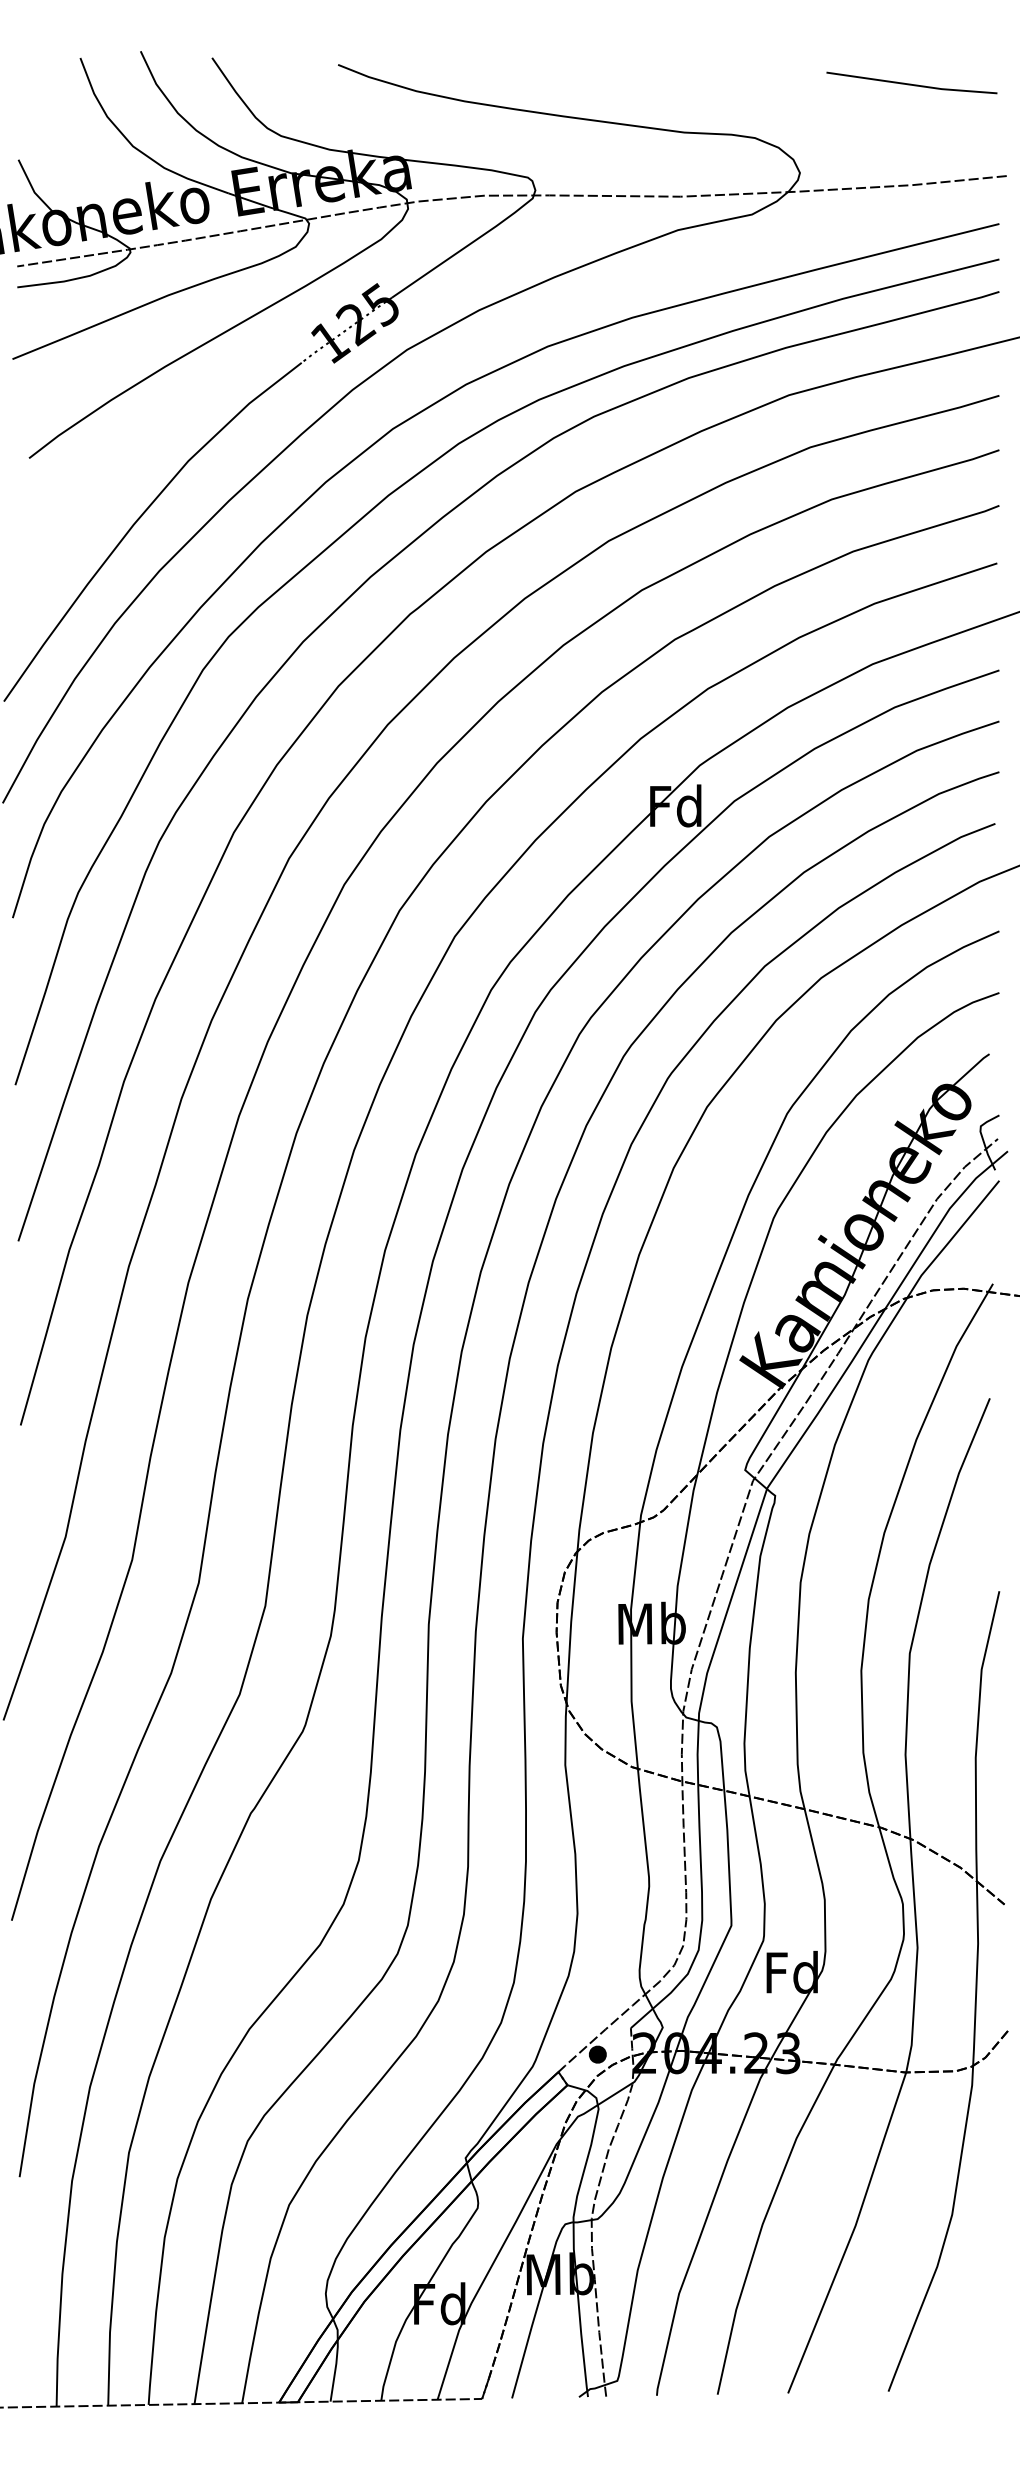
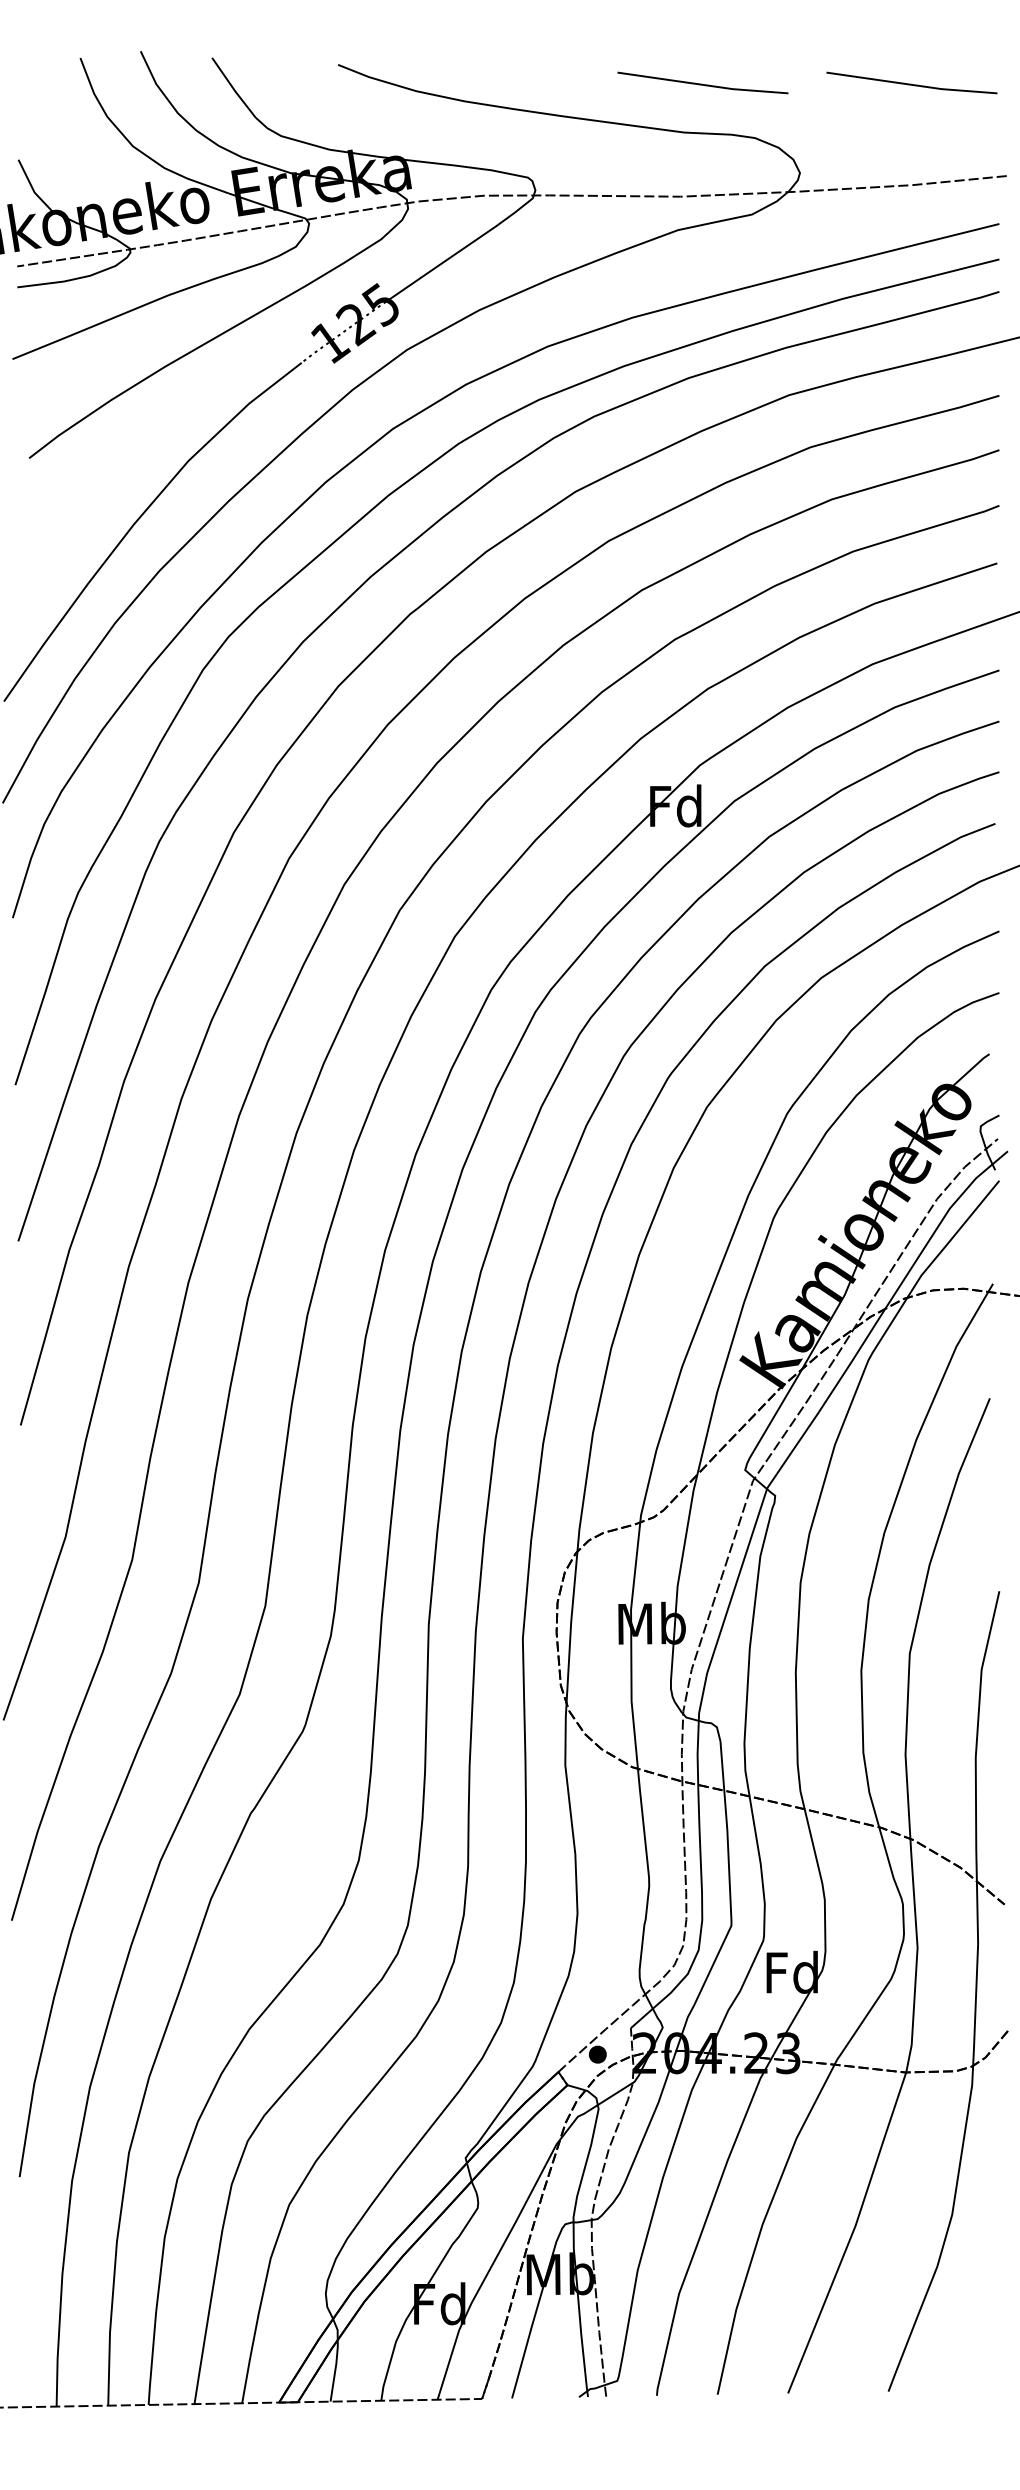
line at (702, 83): none -> present
